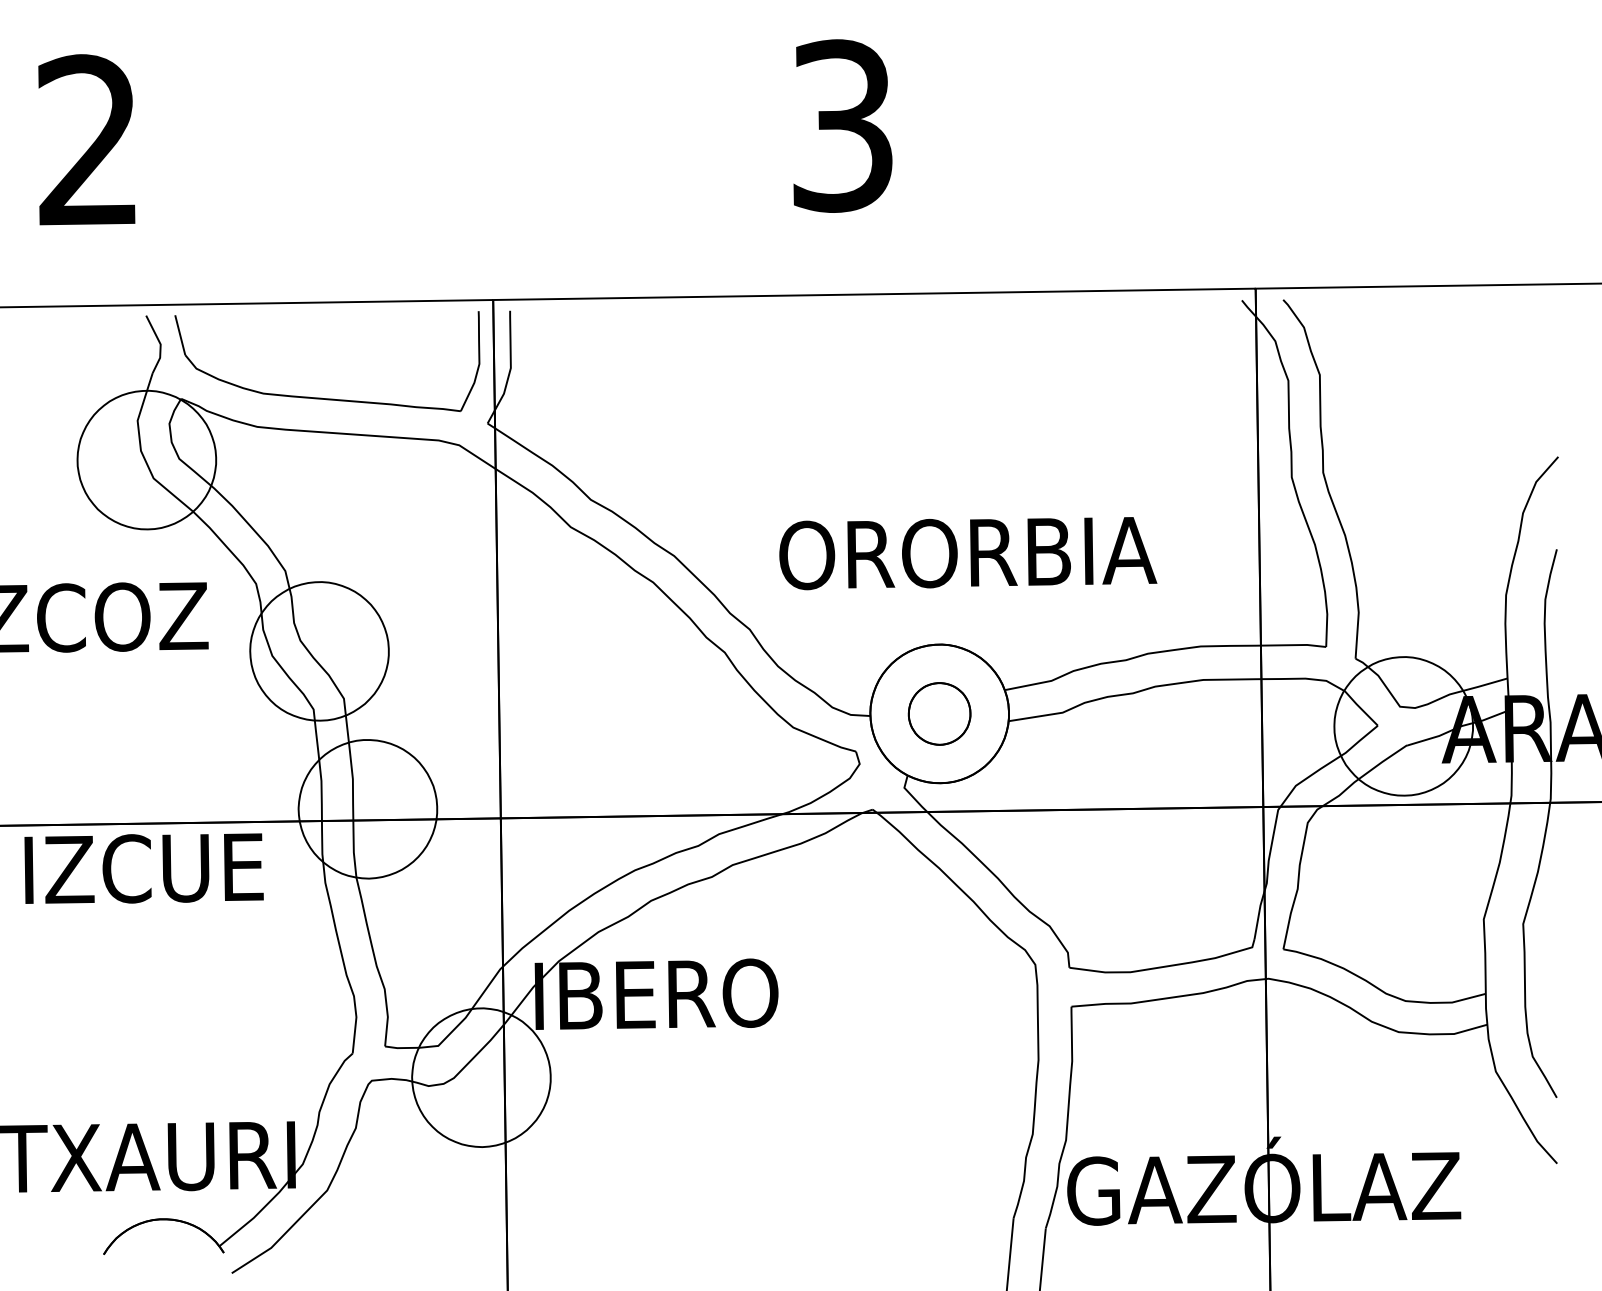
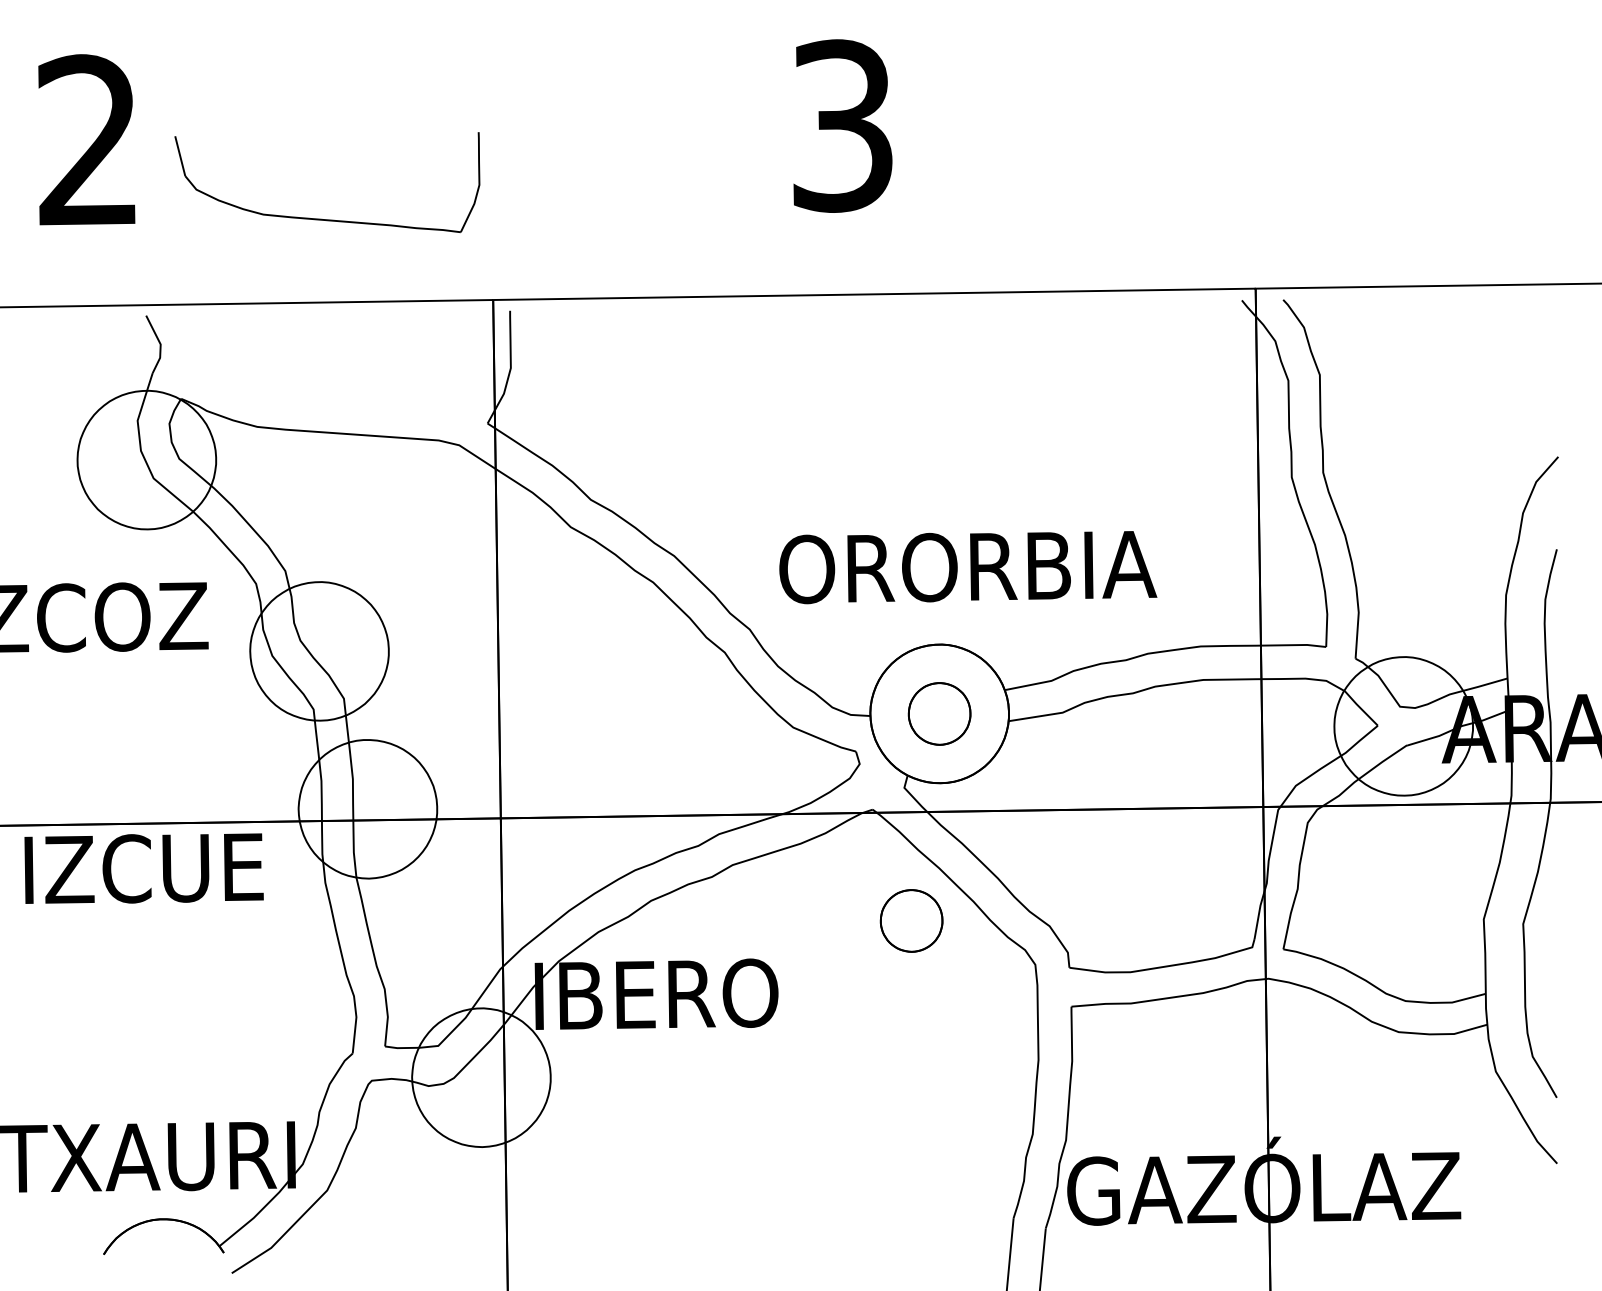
part at (321, 397) position: (321, 397) -> (321, 218)
text at (968, 553) position: (968, 553) -> (968, 567)
part at (911, 920): none -> present
